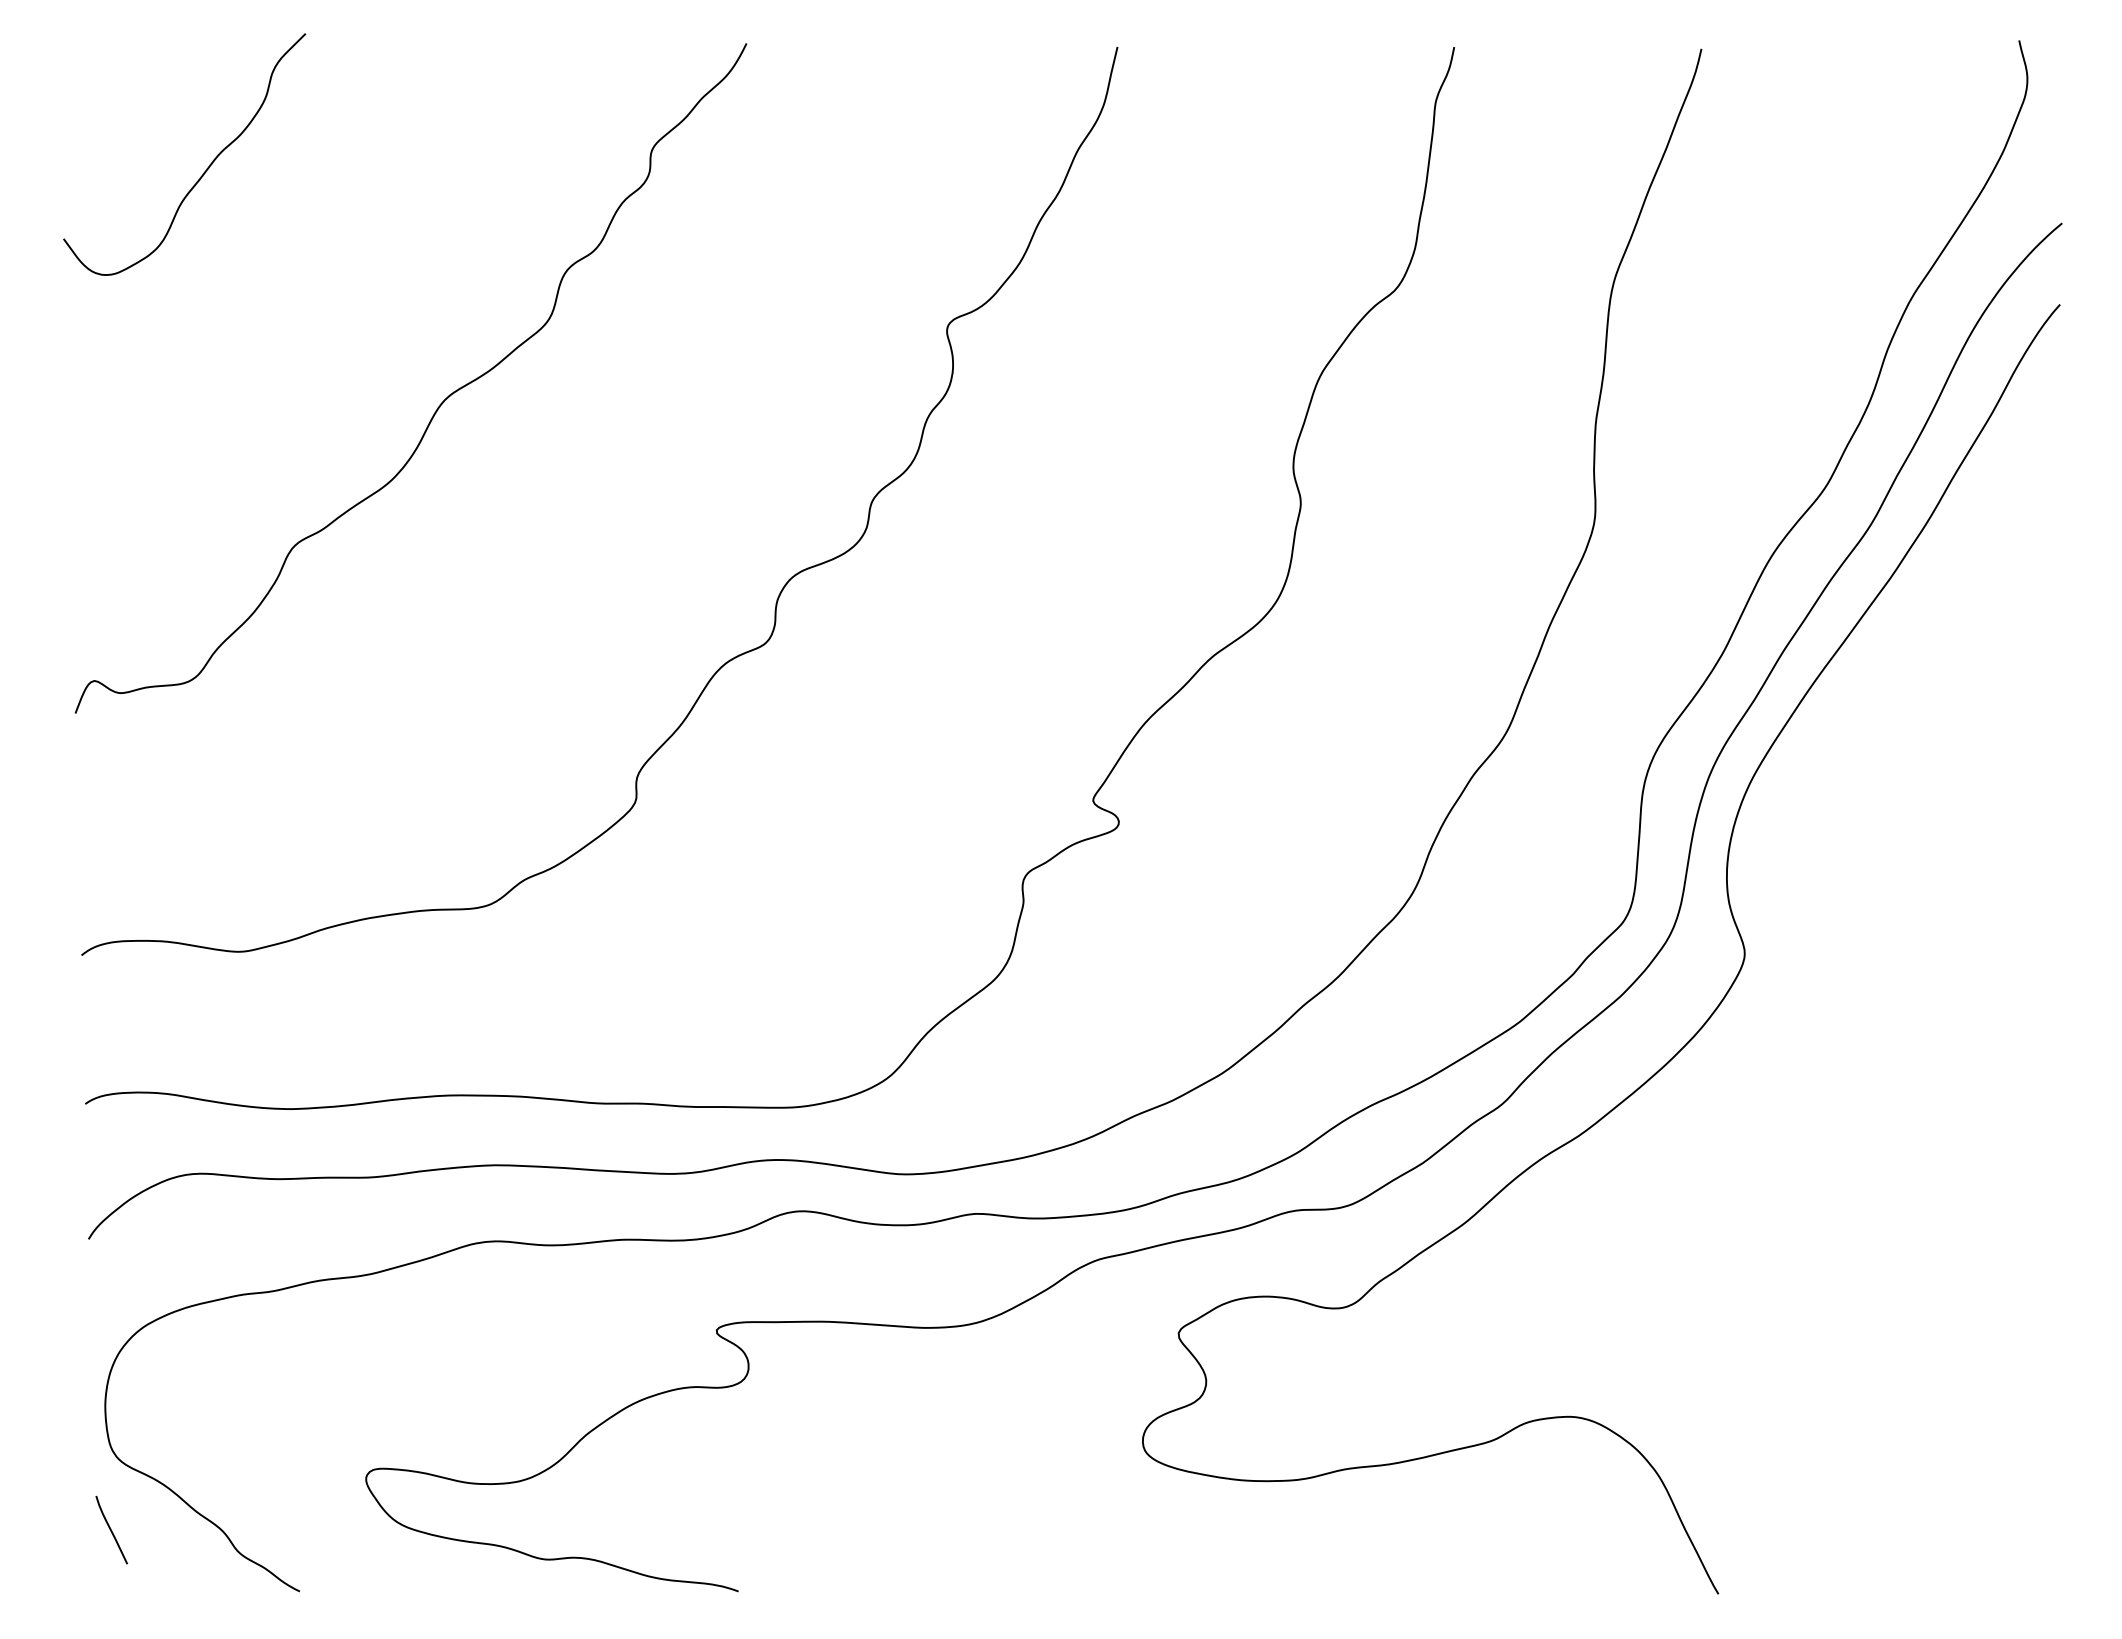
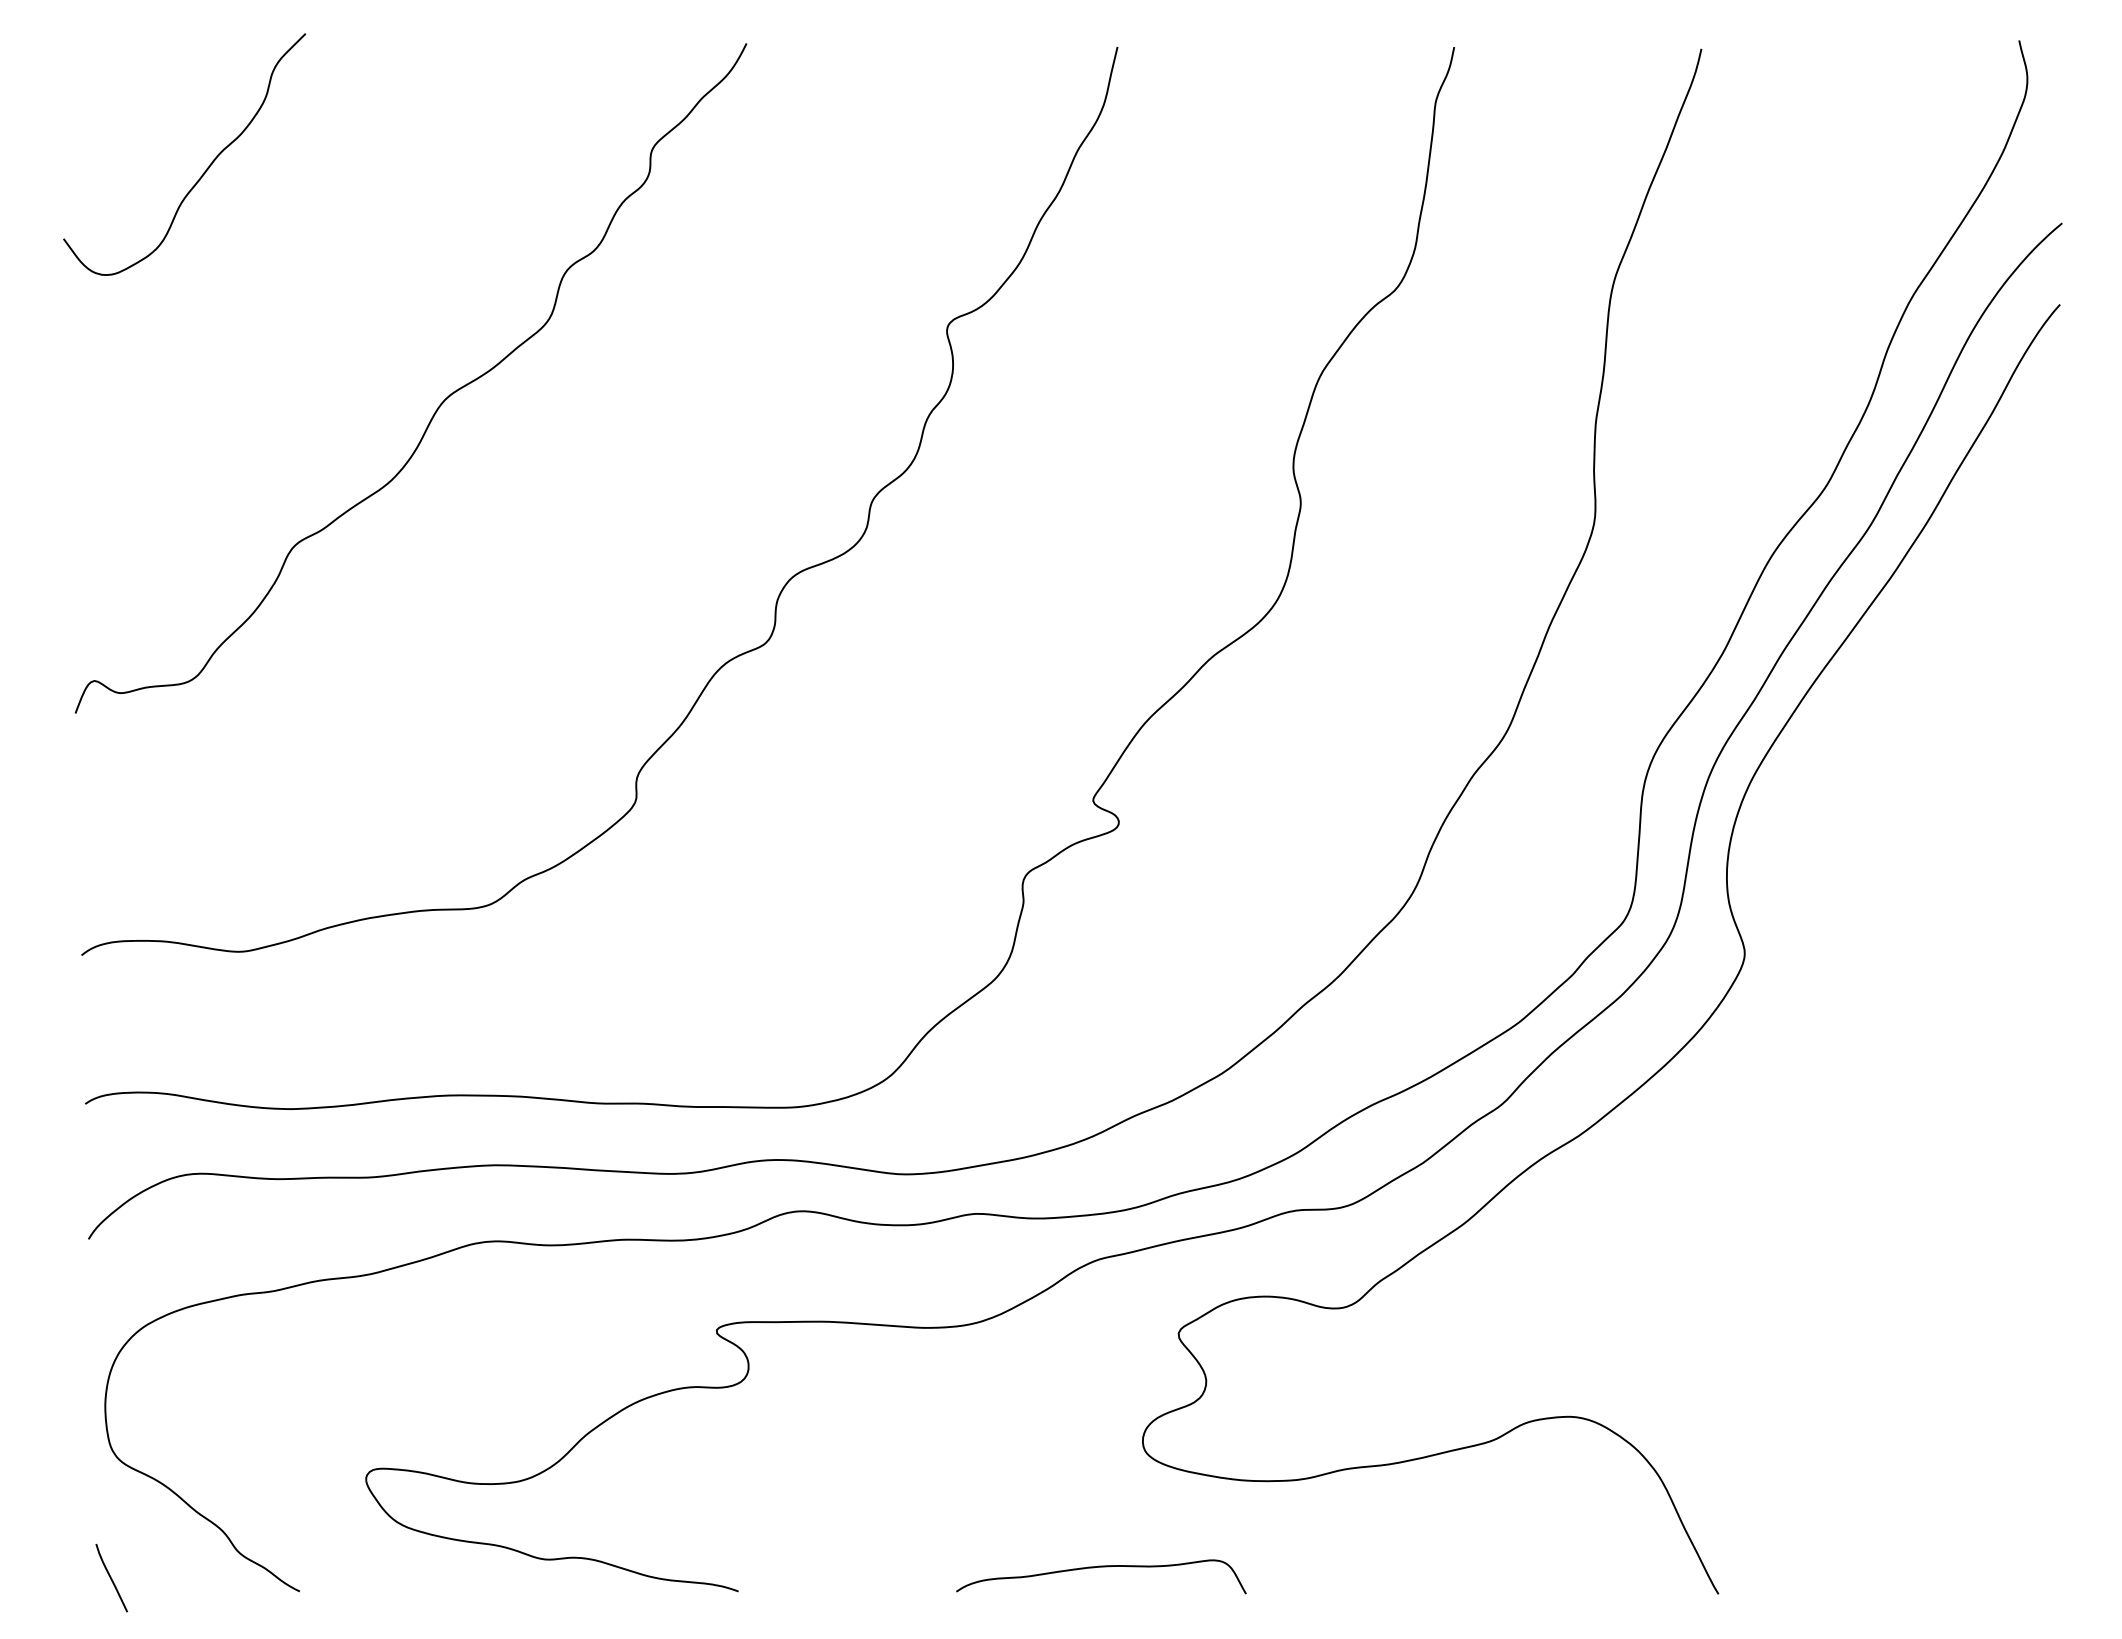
curve at (111, 1530) position: (111, 1530) -> (111, 1578)
curve at (1101, 1567): none -> present
